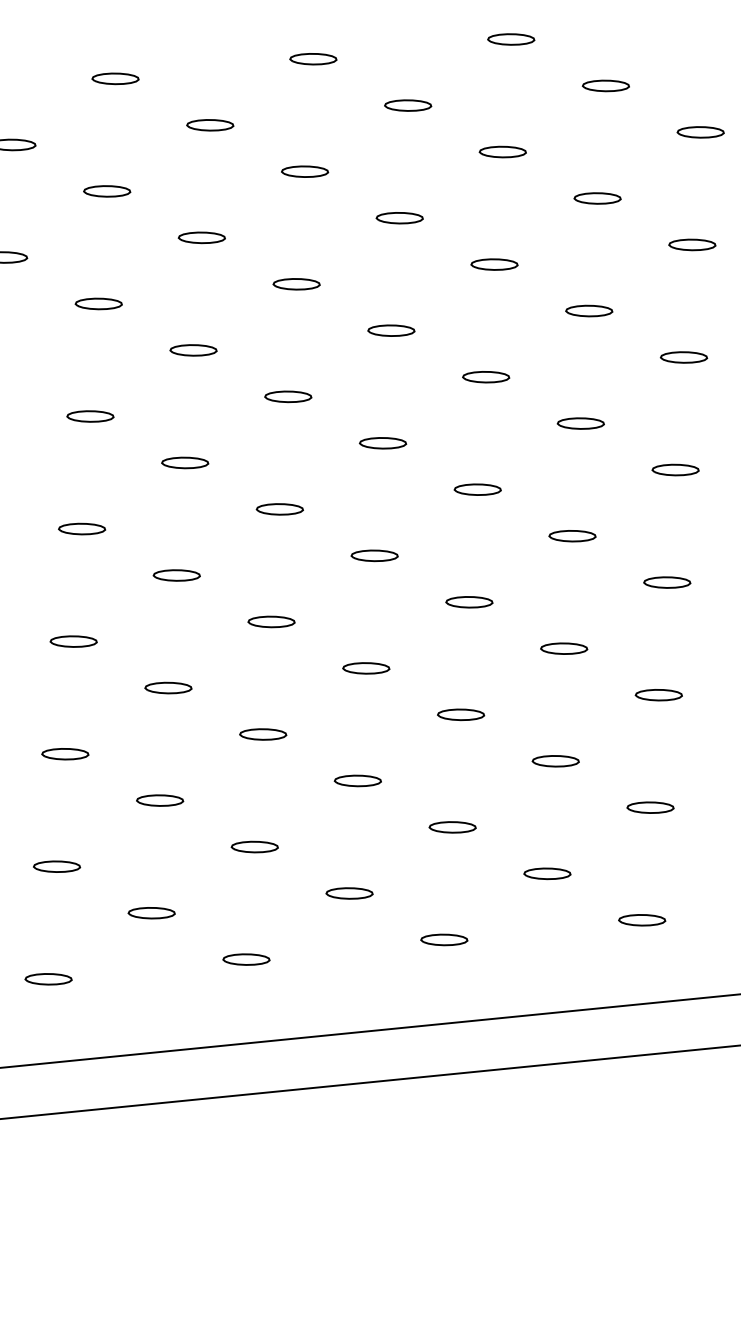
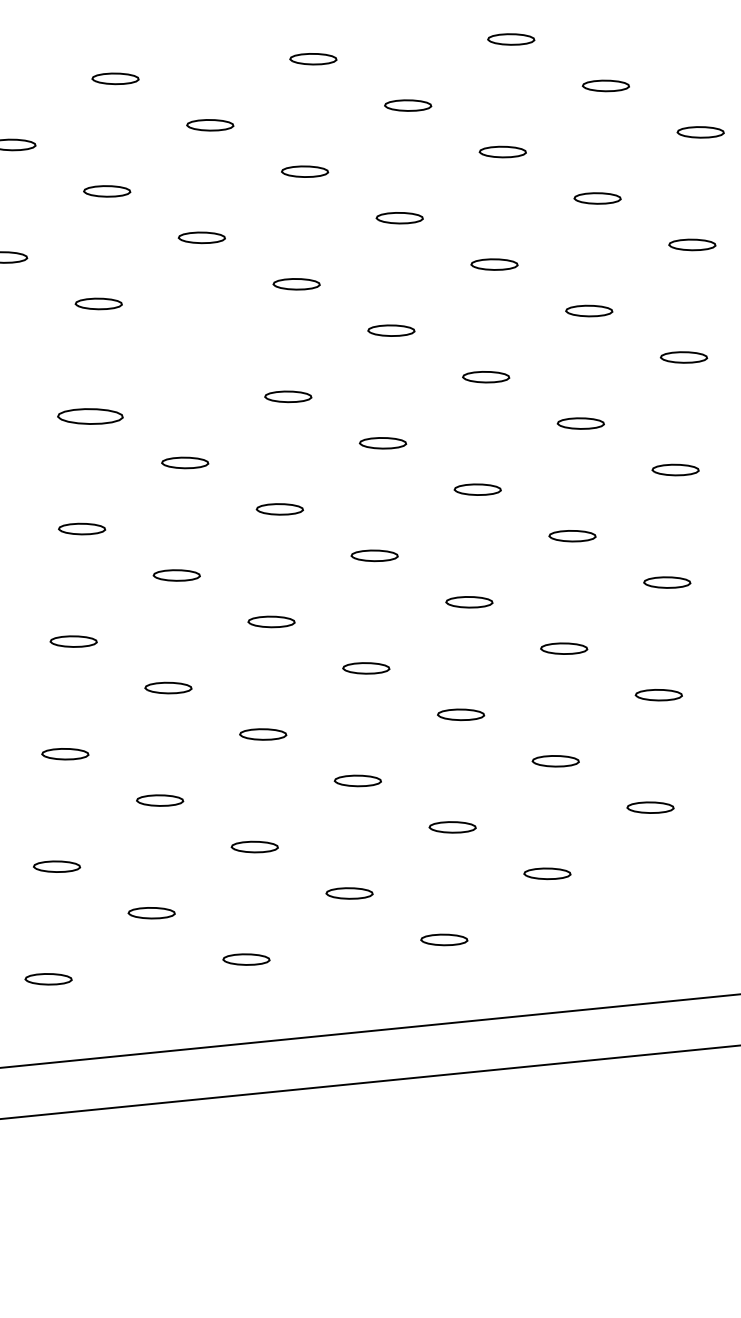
part at (193, 350): present -> none
part at (90, 416) size: 49x13 px -> 67x17 px
part at (642, 920): present -> none
